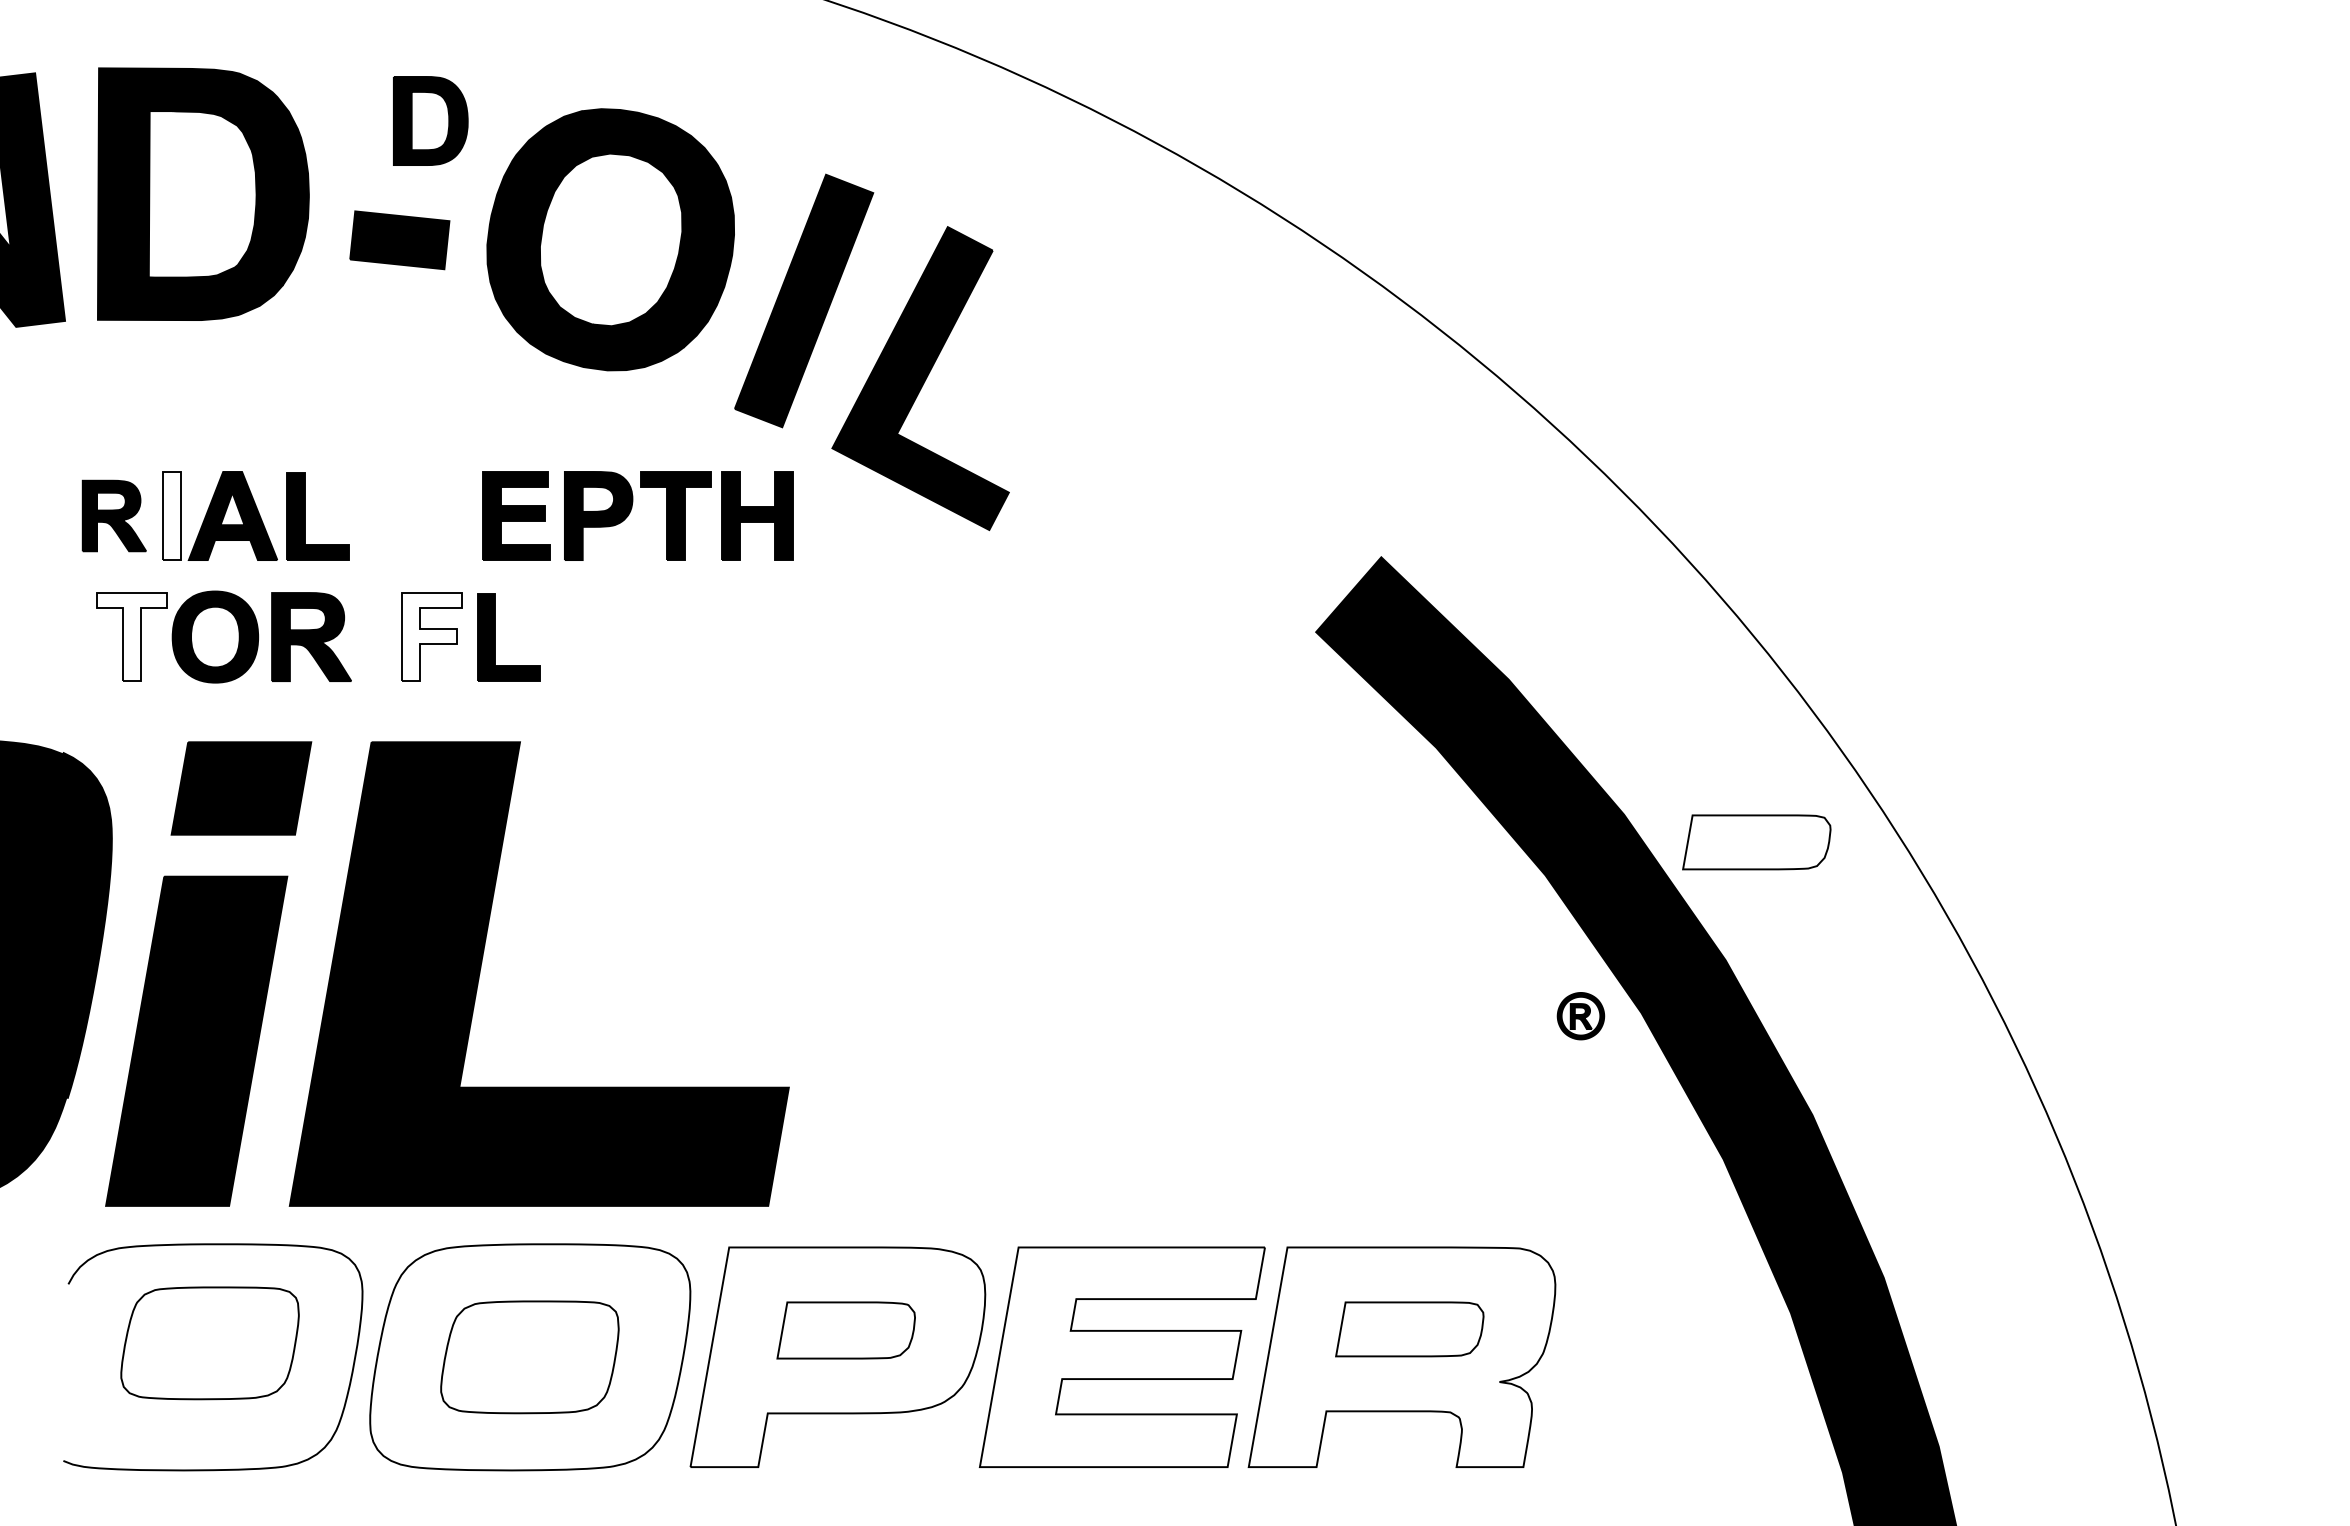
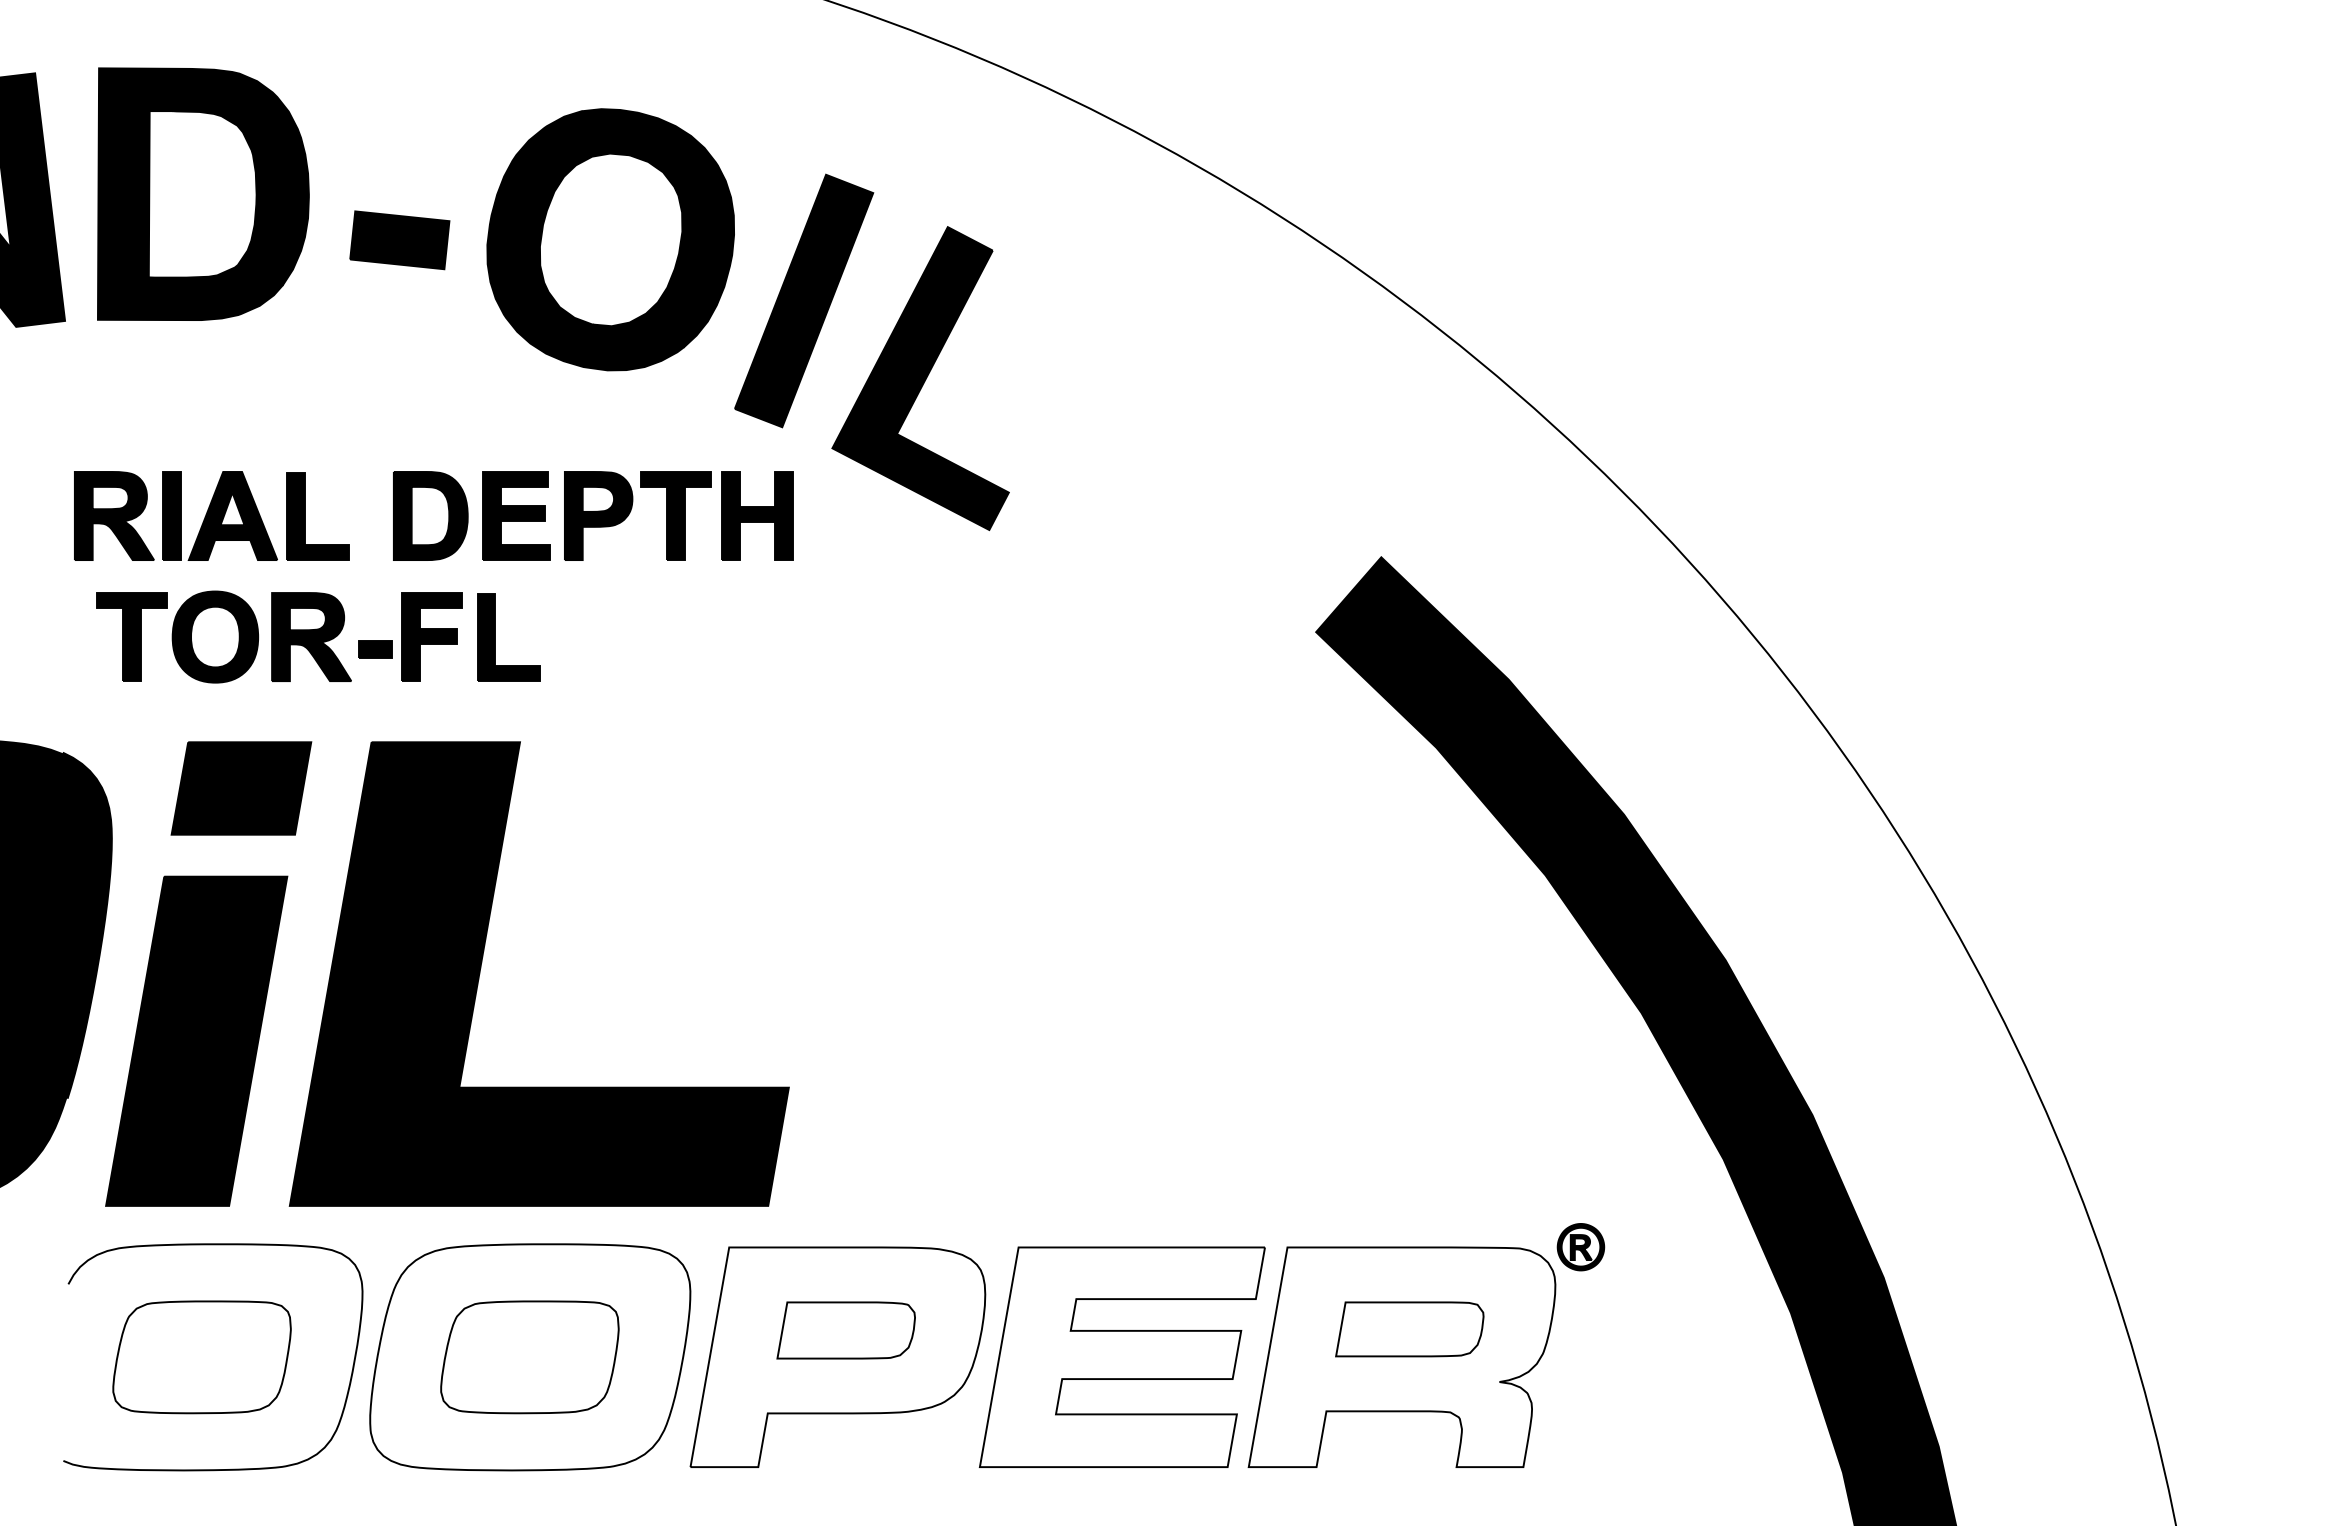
part at (430, 120) position: (430, 120) -> (430, 515)
part at (113, 515) size: 66x74 px -> 81x90 px
fill at (171, 515): none -> present
fill at (132, 637): none -> present
fill at (432, 637): none -> present
part at (375, 649): none -> present
part at (1756, 842): present -> none
part at (1580, 1016) position: (1580, 1016) -> (1580, 1247)
part at (209, 1343) position: (209, 1343) -> (201, 1357)
